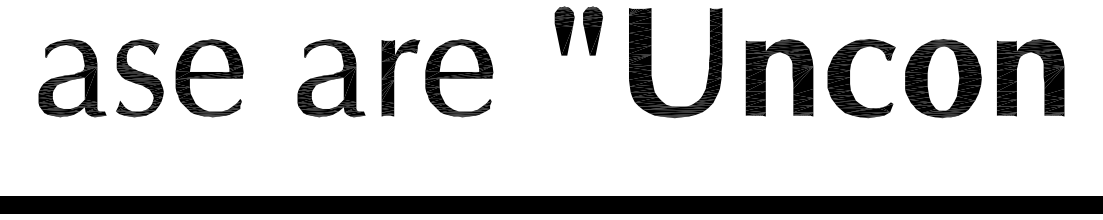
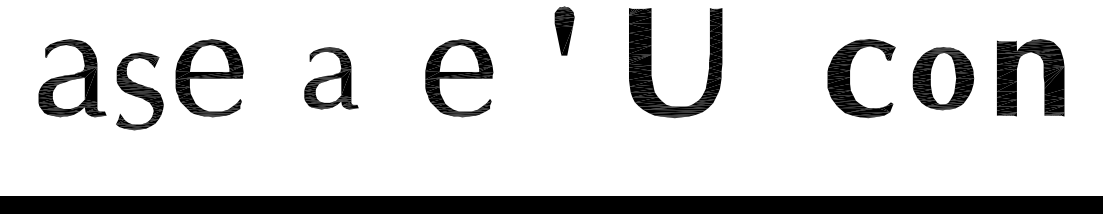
part at (592, 30): present -> none
part at (400, 77): present -> none
part at (792, 77): present -> none
part at (139, 78) position: (139, 78) -> (139, 91)
part at (331, 78) size: 69x79 px -> 55x63 px
part at (943, 78) size: 77x80 px -> 63x64 px
